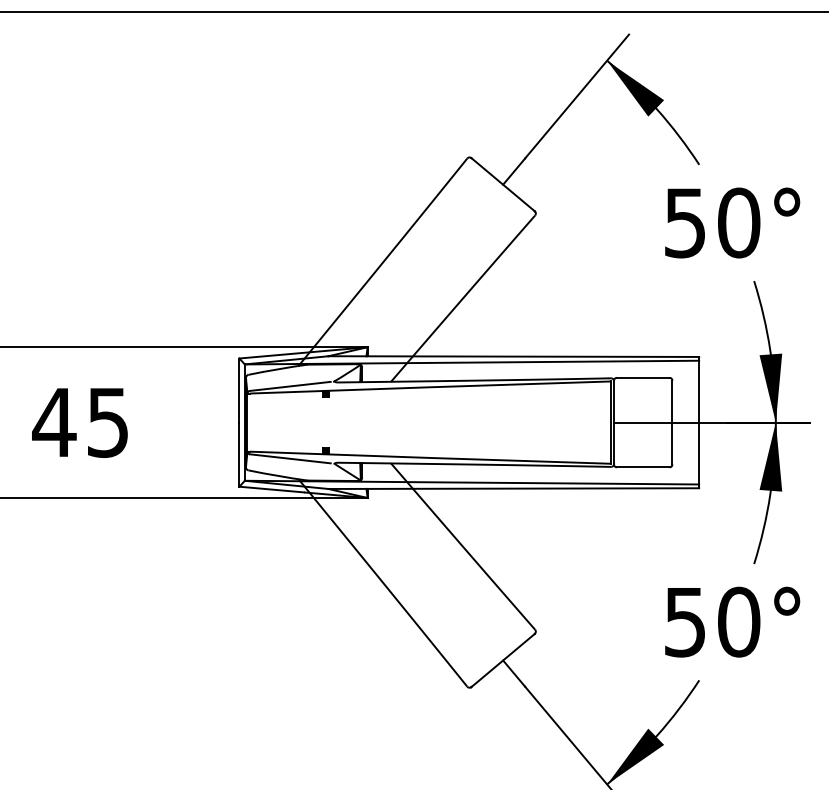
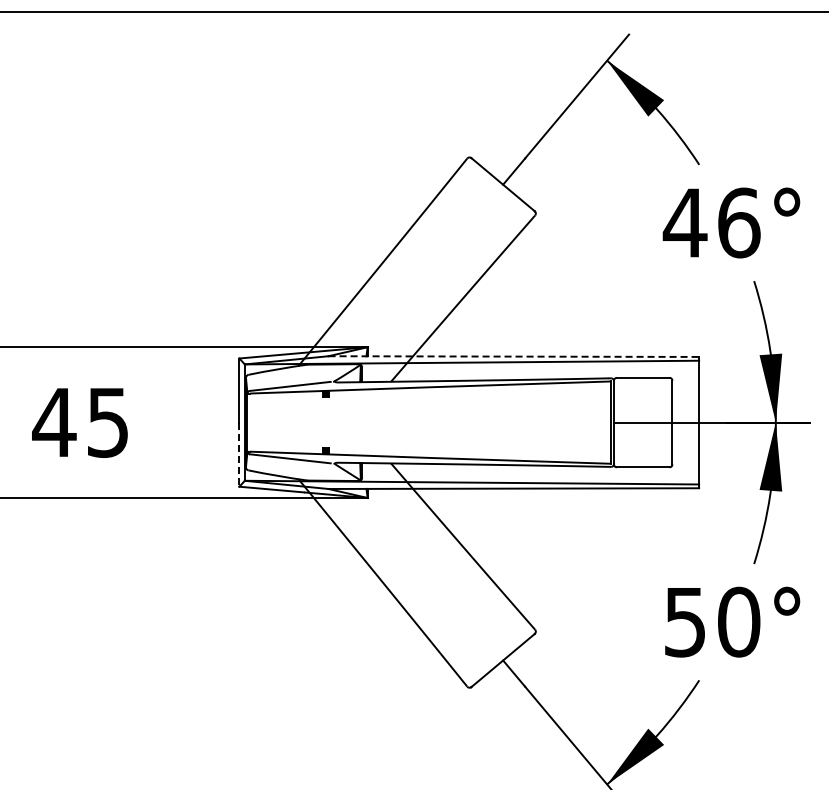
text at (711, 222): 50° -> 46°
line at (514, 356): solid -> dashed
line at (239, 455): solid -> dashed
